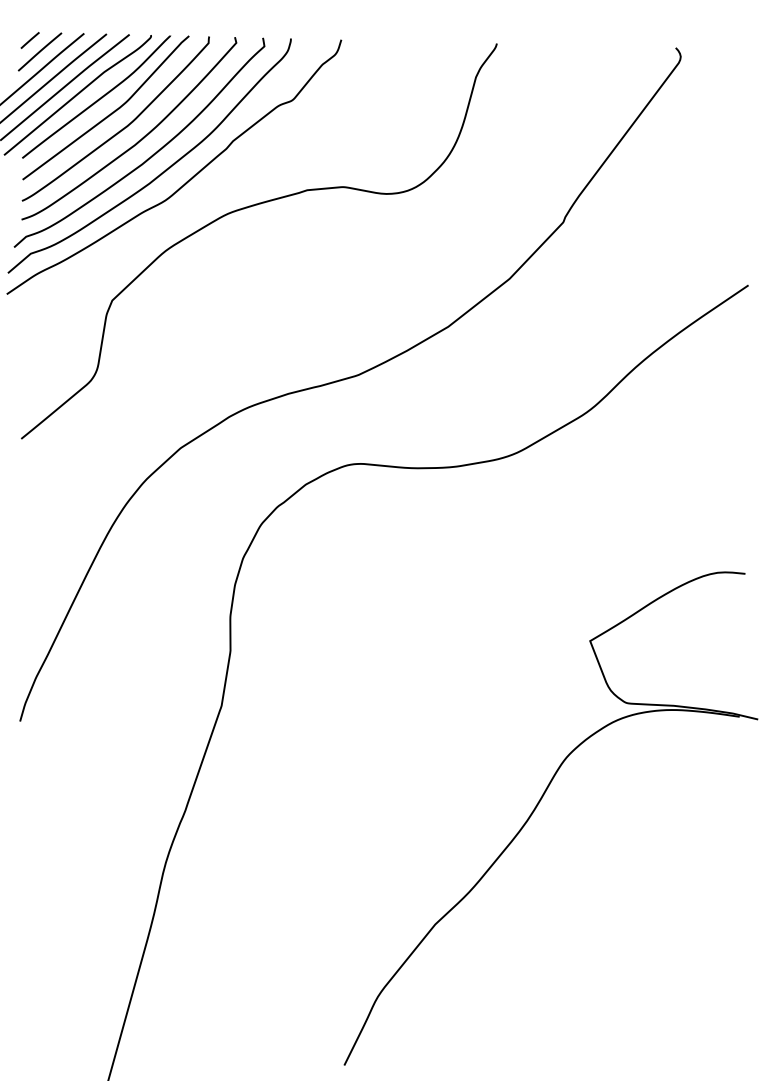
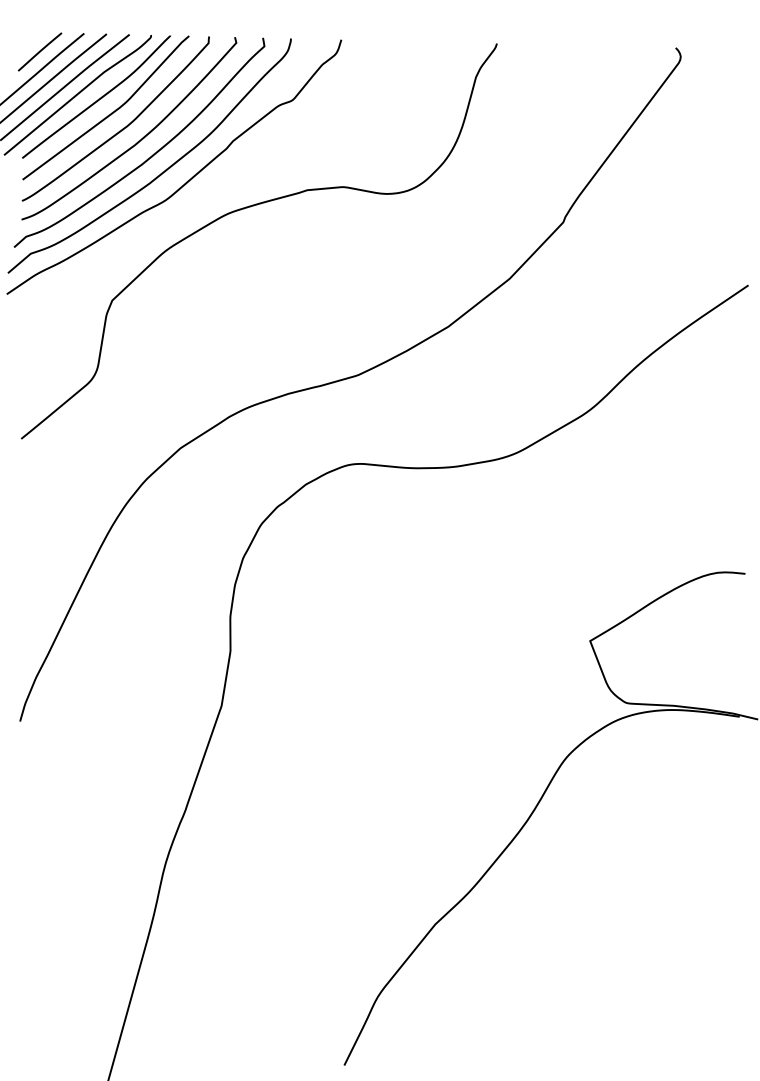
line at (29, 40): present -> none
